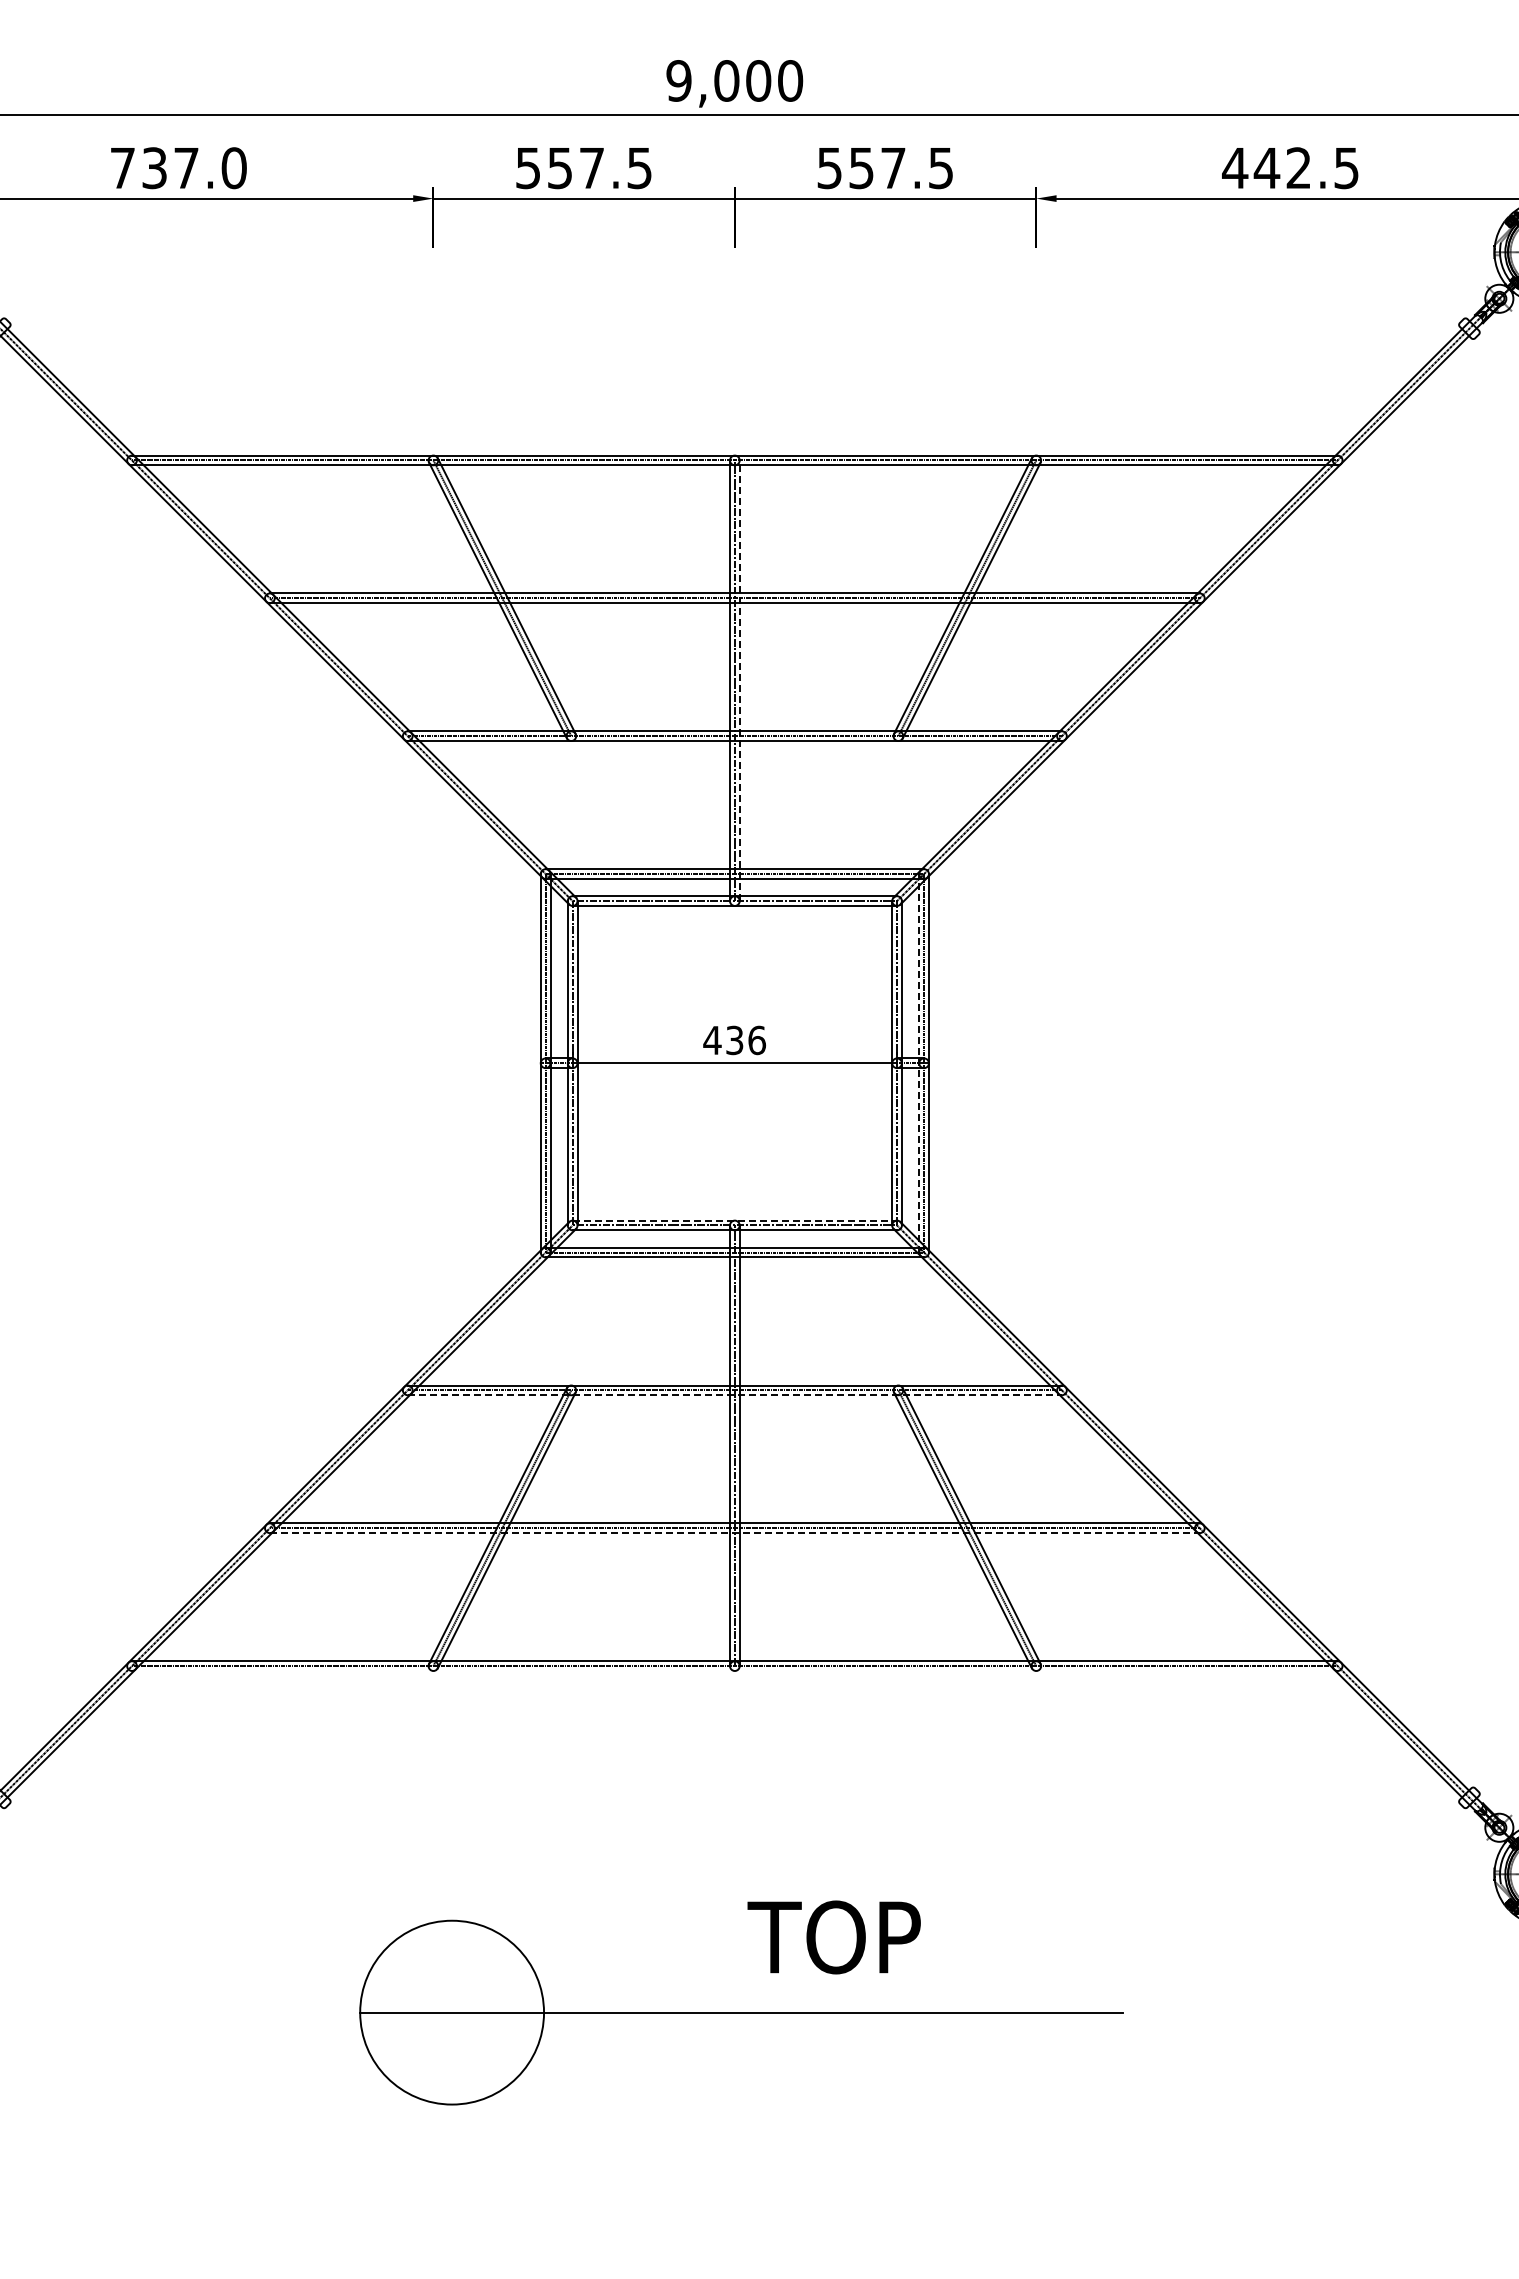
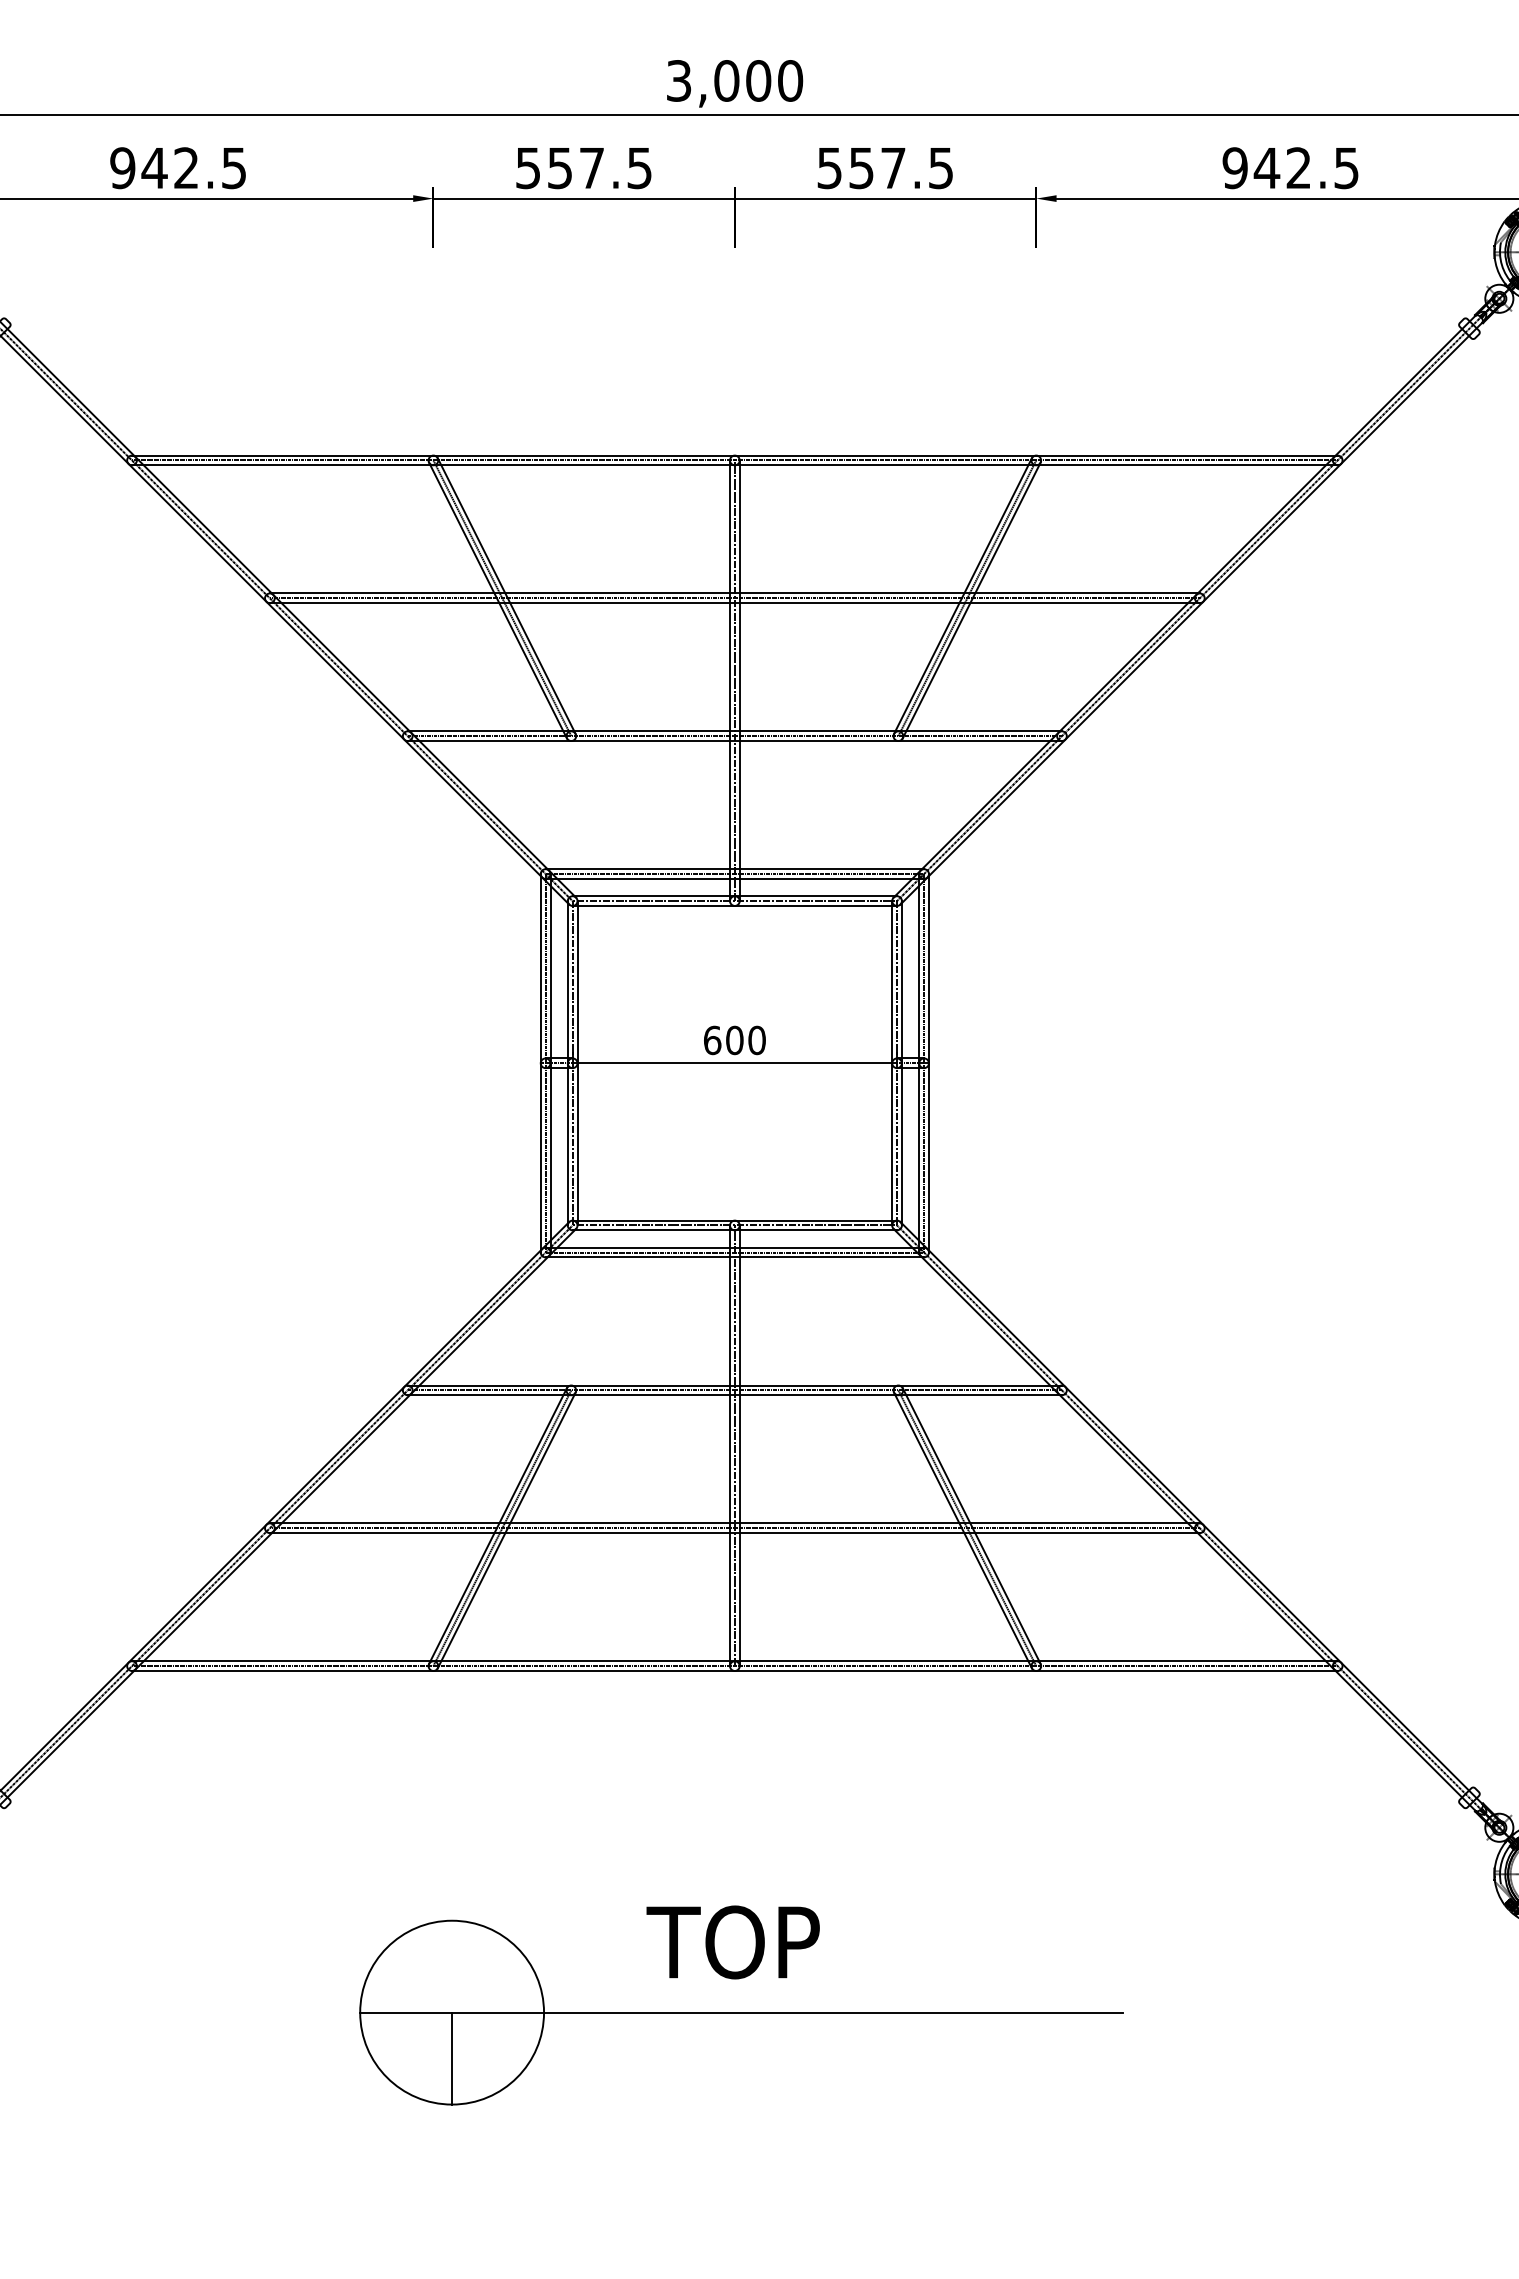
text at (678, 80): 9,000 -> 3,000
text at (178, 168): 737.0 -> 942.5
text at (1235, 168): 442.5 -> 942.5
line at (739, 680): dashed -> solid
text at (734, 1040): 436 -> 600
line at (919, 1062): dashed -> solid
line at (735, 1220): dashed -> solid
line at (735, 1395): dashed -> solid
line at (734, 1533): dashed -> solid
line at (734, 1670): none -> present
text at (833, 1937) position: (833, 1937) -> (732, 1942)
line at (452, 2058): none -> present
